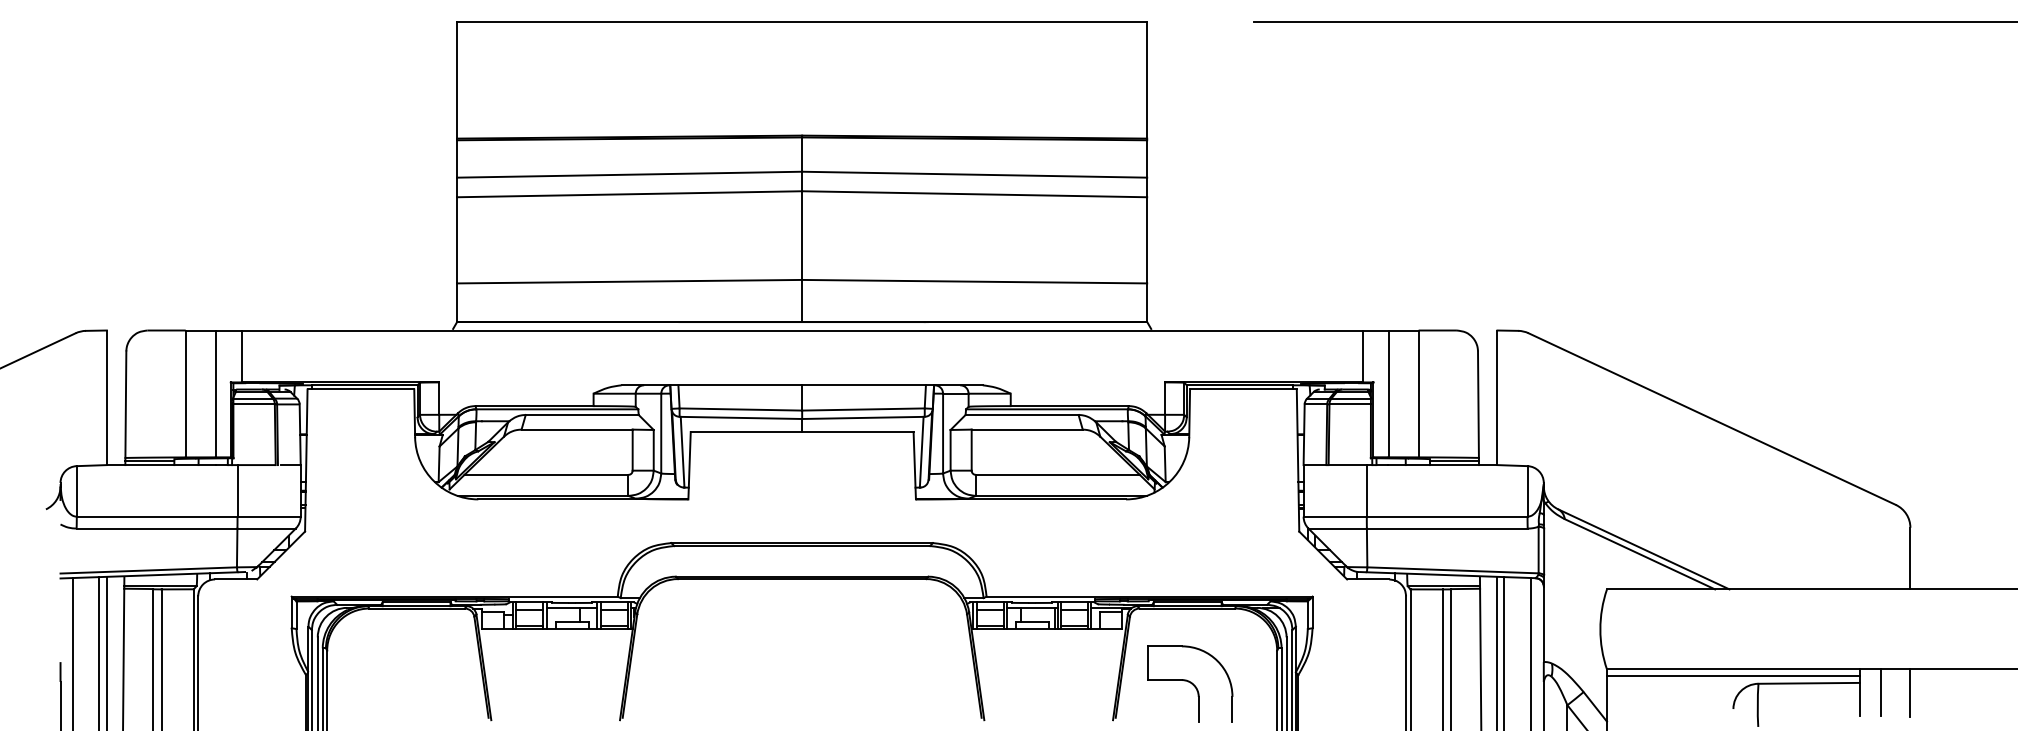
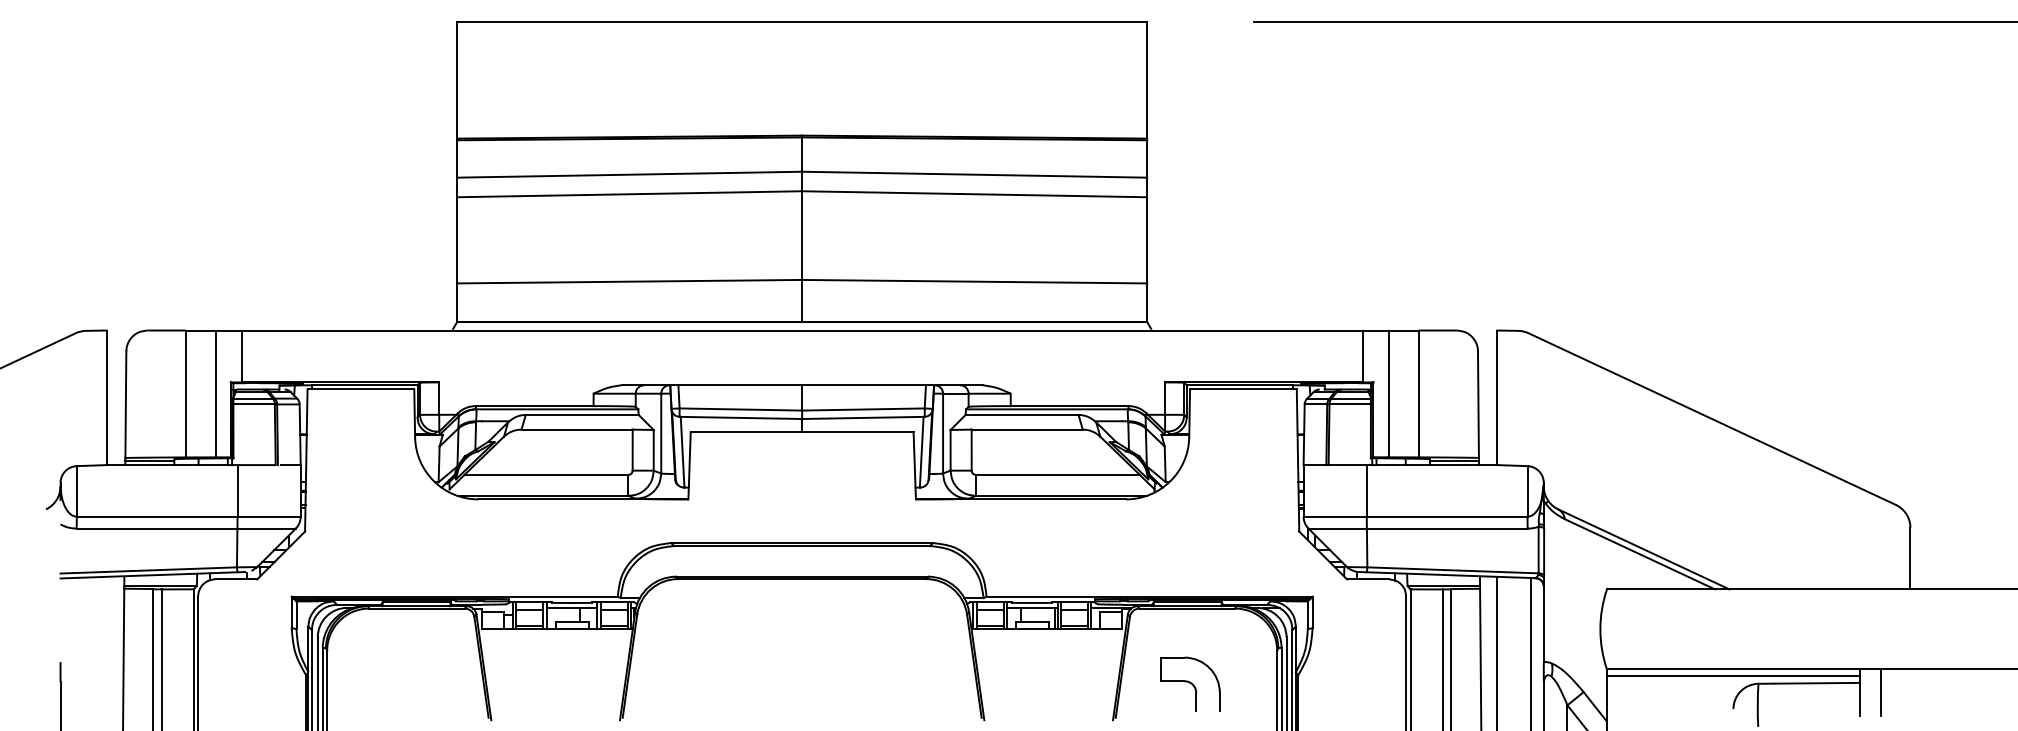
line at (106, 651): present -> none
line at (73, 652): present -> none
line at (99, 652): present -> none
line at (1504, 652): present -> none
part at (1190, 683) size: 87x78 px -> 61x56 px
line at (1910, 692): present -> none
